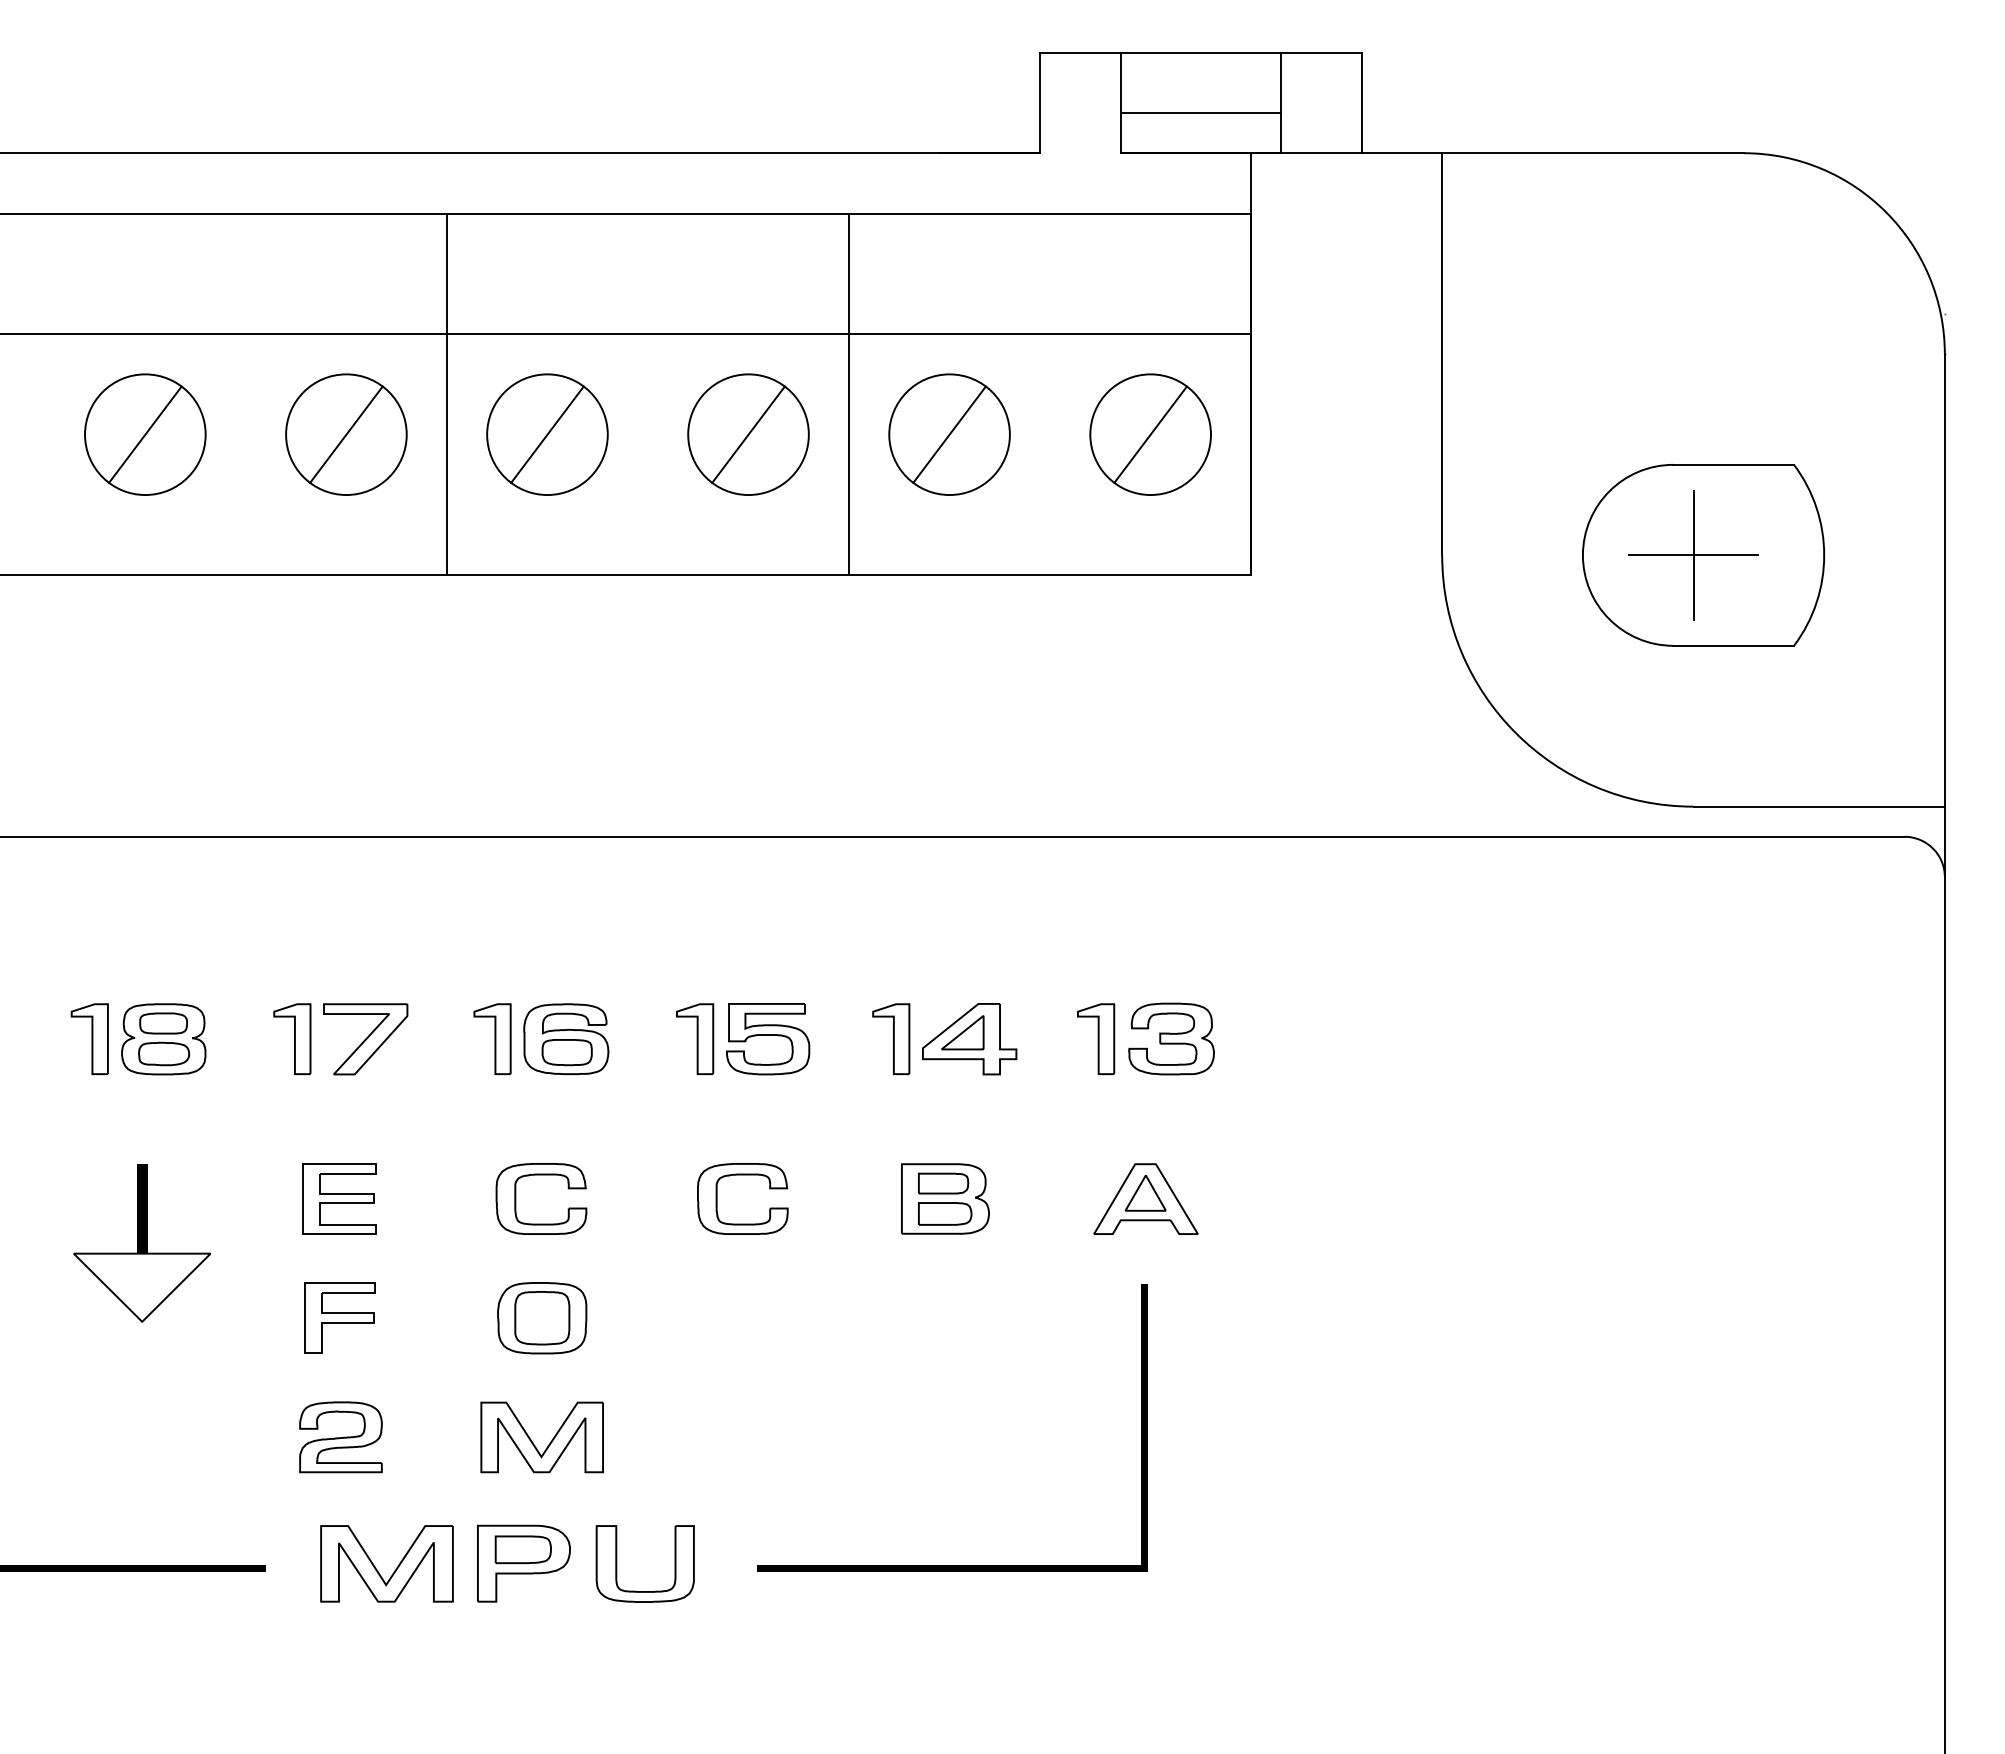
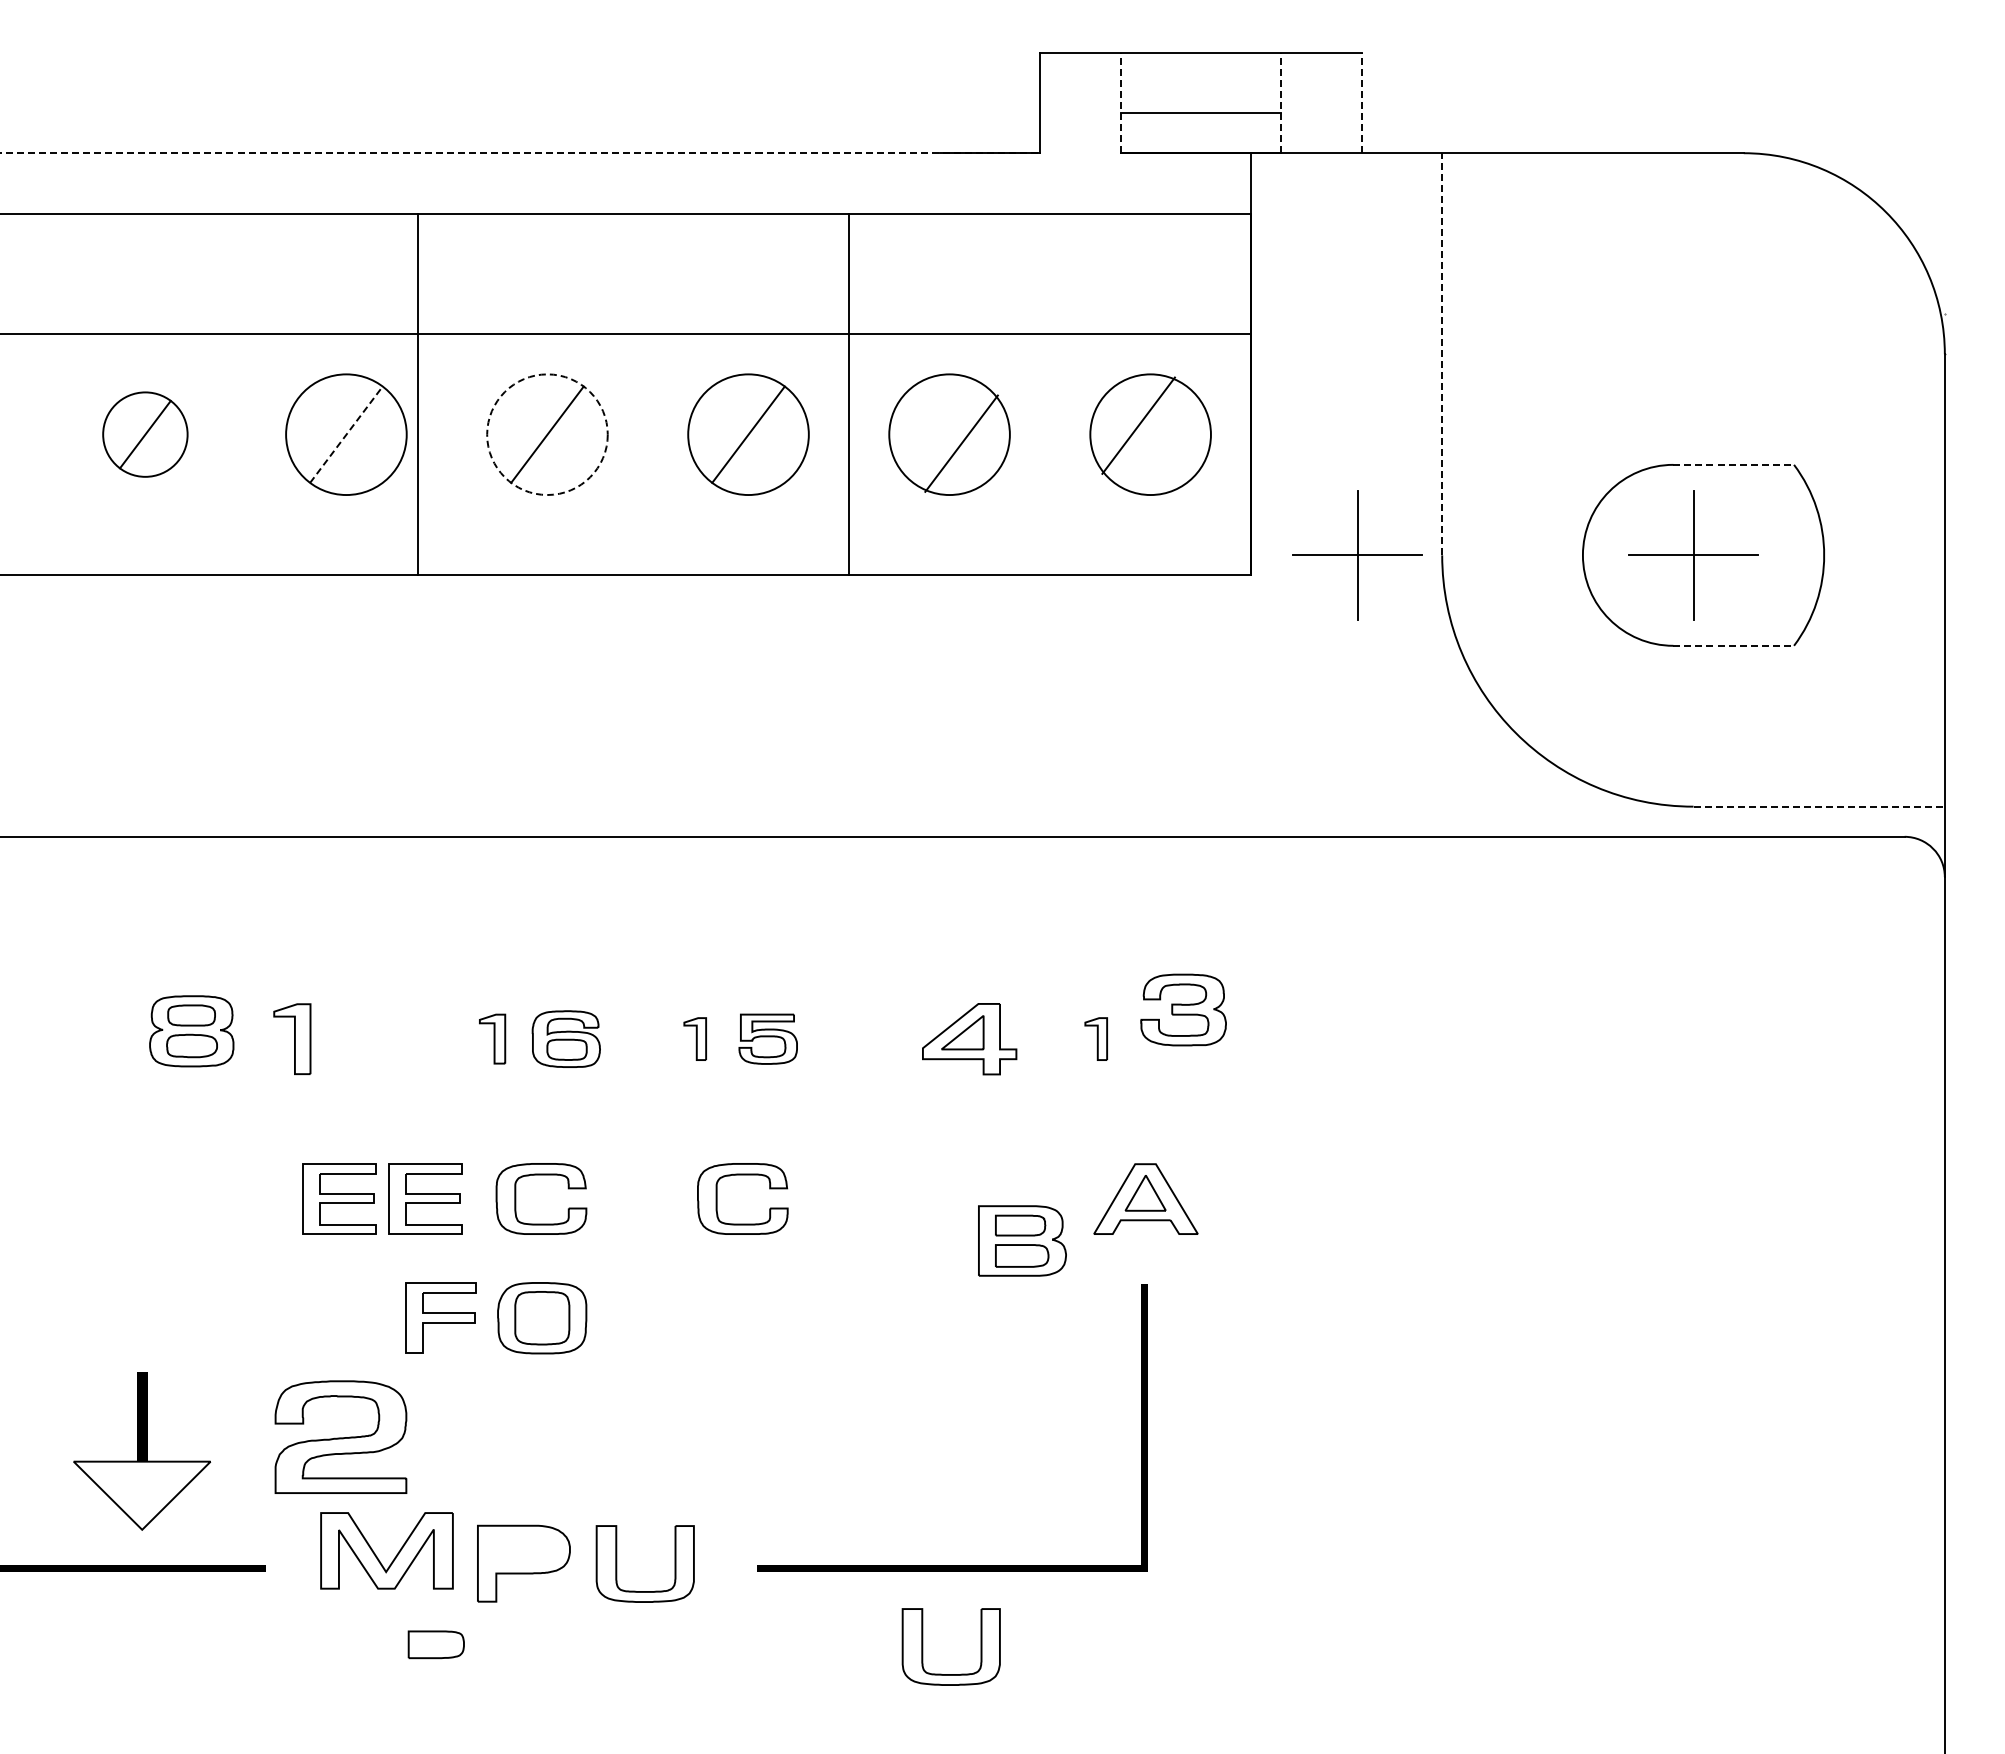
line at (1120, 102): solid -> dashed
line at (1281, 102): solid -> dashed
line at (1361, 102): solid -> dashed
line at (520, 153): solid -> dashed
line at (1442, 353): solid -> dashed
line at (446, 394) position: (446, 394) -> (417, 394)
part at (145, 434) size: 123x123 px -> 87x87 px
line at (346, 434): solid -> dashed
circle at (547, 434): solid -> dashed
line at (949, 434) position: (949, 434) -> (961, 443)
line at (1150, 434) position: (1150, 434) -> (1138, 425)
line at (1734, 464): solid -> dashed
part at (1357, 555): none -> present
line at (1734, 645): solid -> dashed
line at (1819, 806): solid -> dashed
part at (89, 1038): present -> none
part at (492, 1038) size: 39x72 px -> 28x52 px
part at (566, 1038) size: 87x72 px -> 70x58 px
part at (695, 1038) size: 39x72 px -> 24x44 px
part at (891, 1038): present -> none
part at (1096, 1038) size: 39x72 px -> 24x44 px
part at (1171, 1038) position: (1171, 1038) -> (1183, 1009)
part at (163, 1039) position: (163, 1039) -> (191, 1031)
part at (365, 1039): present -> none
part at (768, 1039) size: 85x73 px -> 60x52 px
part at (425, 1198): none -> present
part at (945, 1198) position: (945, 1198) -> (1022, 1240)
part at (141, 1243) position: (141, 1243) -> (141, 1451)
part at (339, 1317) position: (339, 1317) -> (440, 1317)
part at (340, 1437) size: 84x73 px -> 134x114 px
part at (533, 1442): present -> none
part at (522, 1549) position: (522, 1549) -> (435, 1644)
part at (394, 1570) position: (394, 1570) -> (394, 1557)
part at (923, 1646): none -> present
